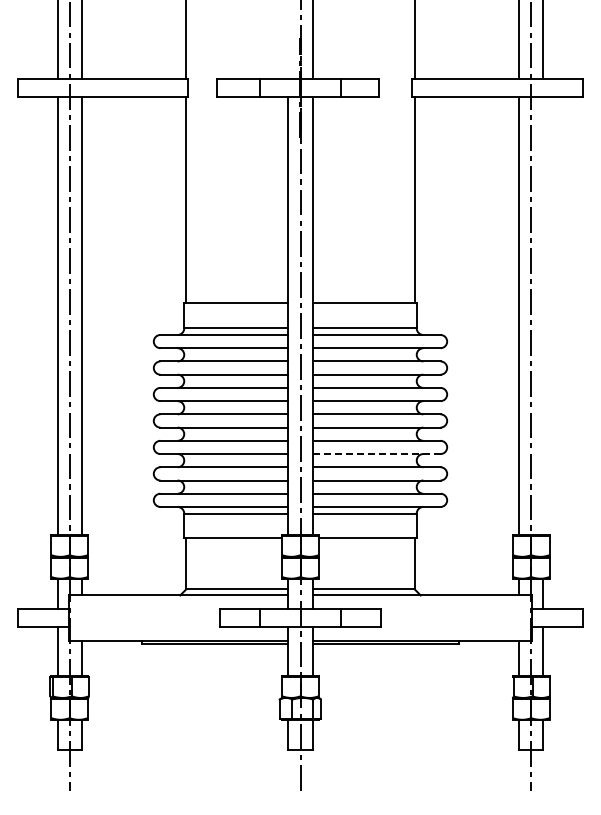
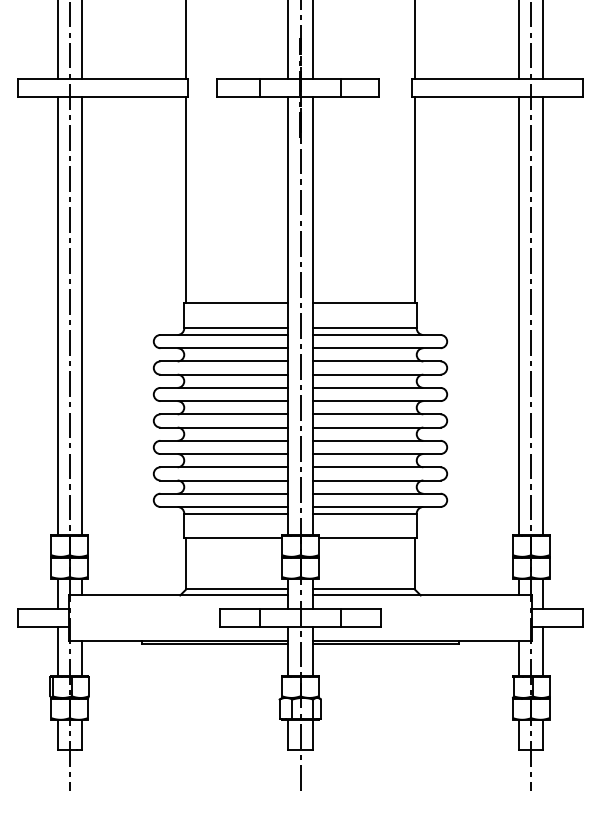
line at (288, 40): none -> present
line at (543, 316): none -> present
line at (376, 454): dashed -> solid
